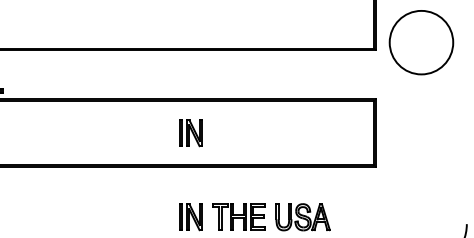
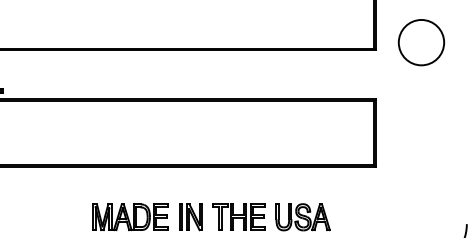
circle at (421, 42) diameter: 64 px -> 45 px
part at (190, 133): present -> none
part at (130, 217): none -> present
